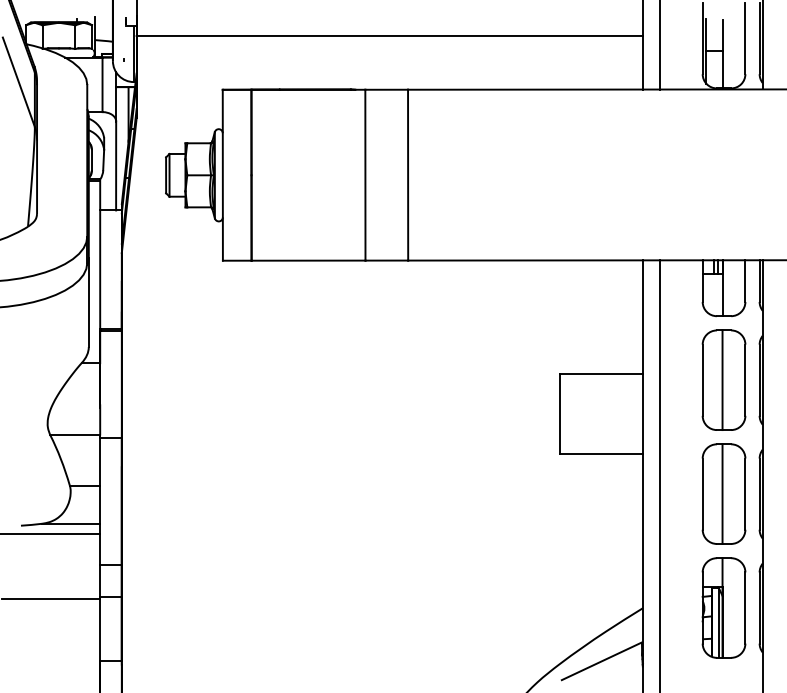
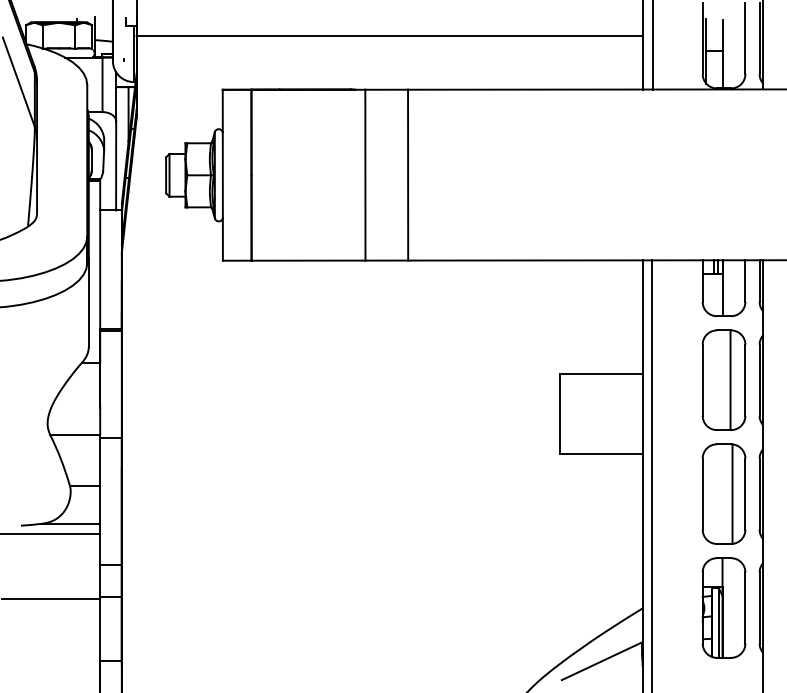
line at (659, 45) position: (659, 45) -> (652, 45)
line at (722, 380) position: (722, 380) -> (730, 380)
line at (659, 474) position: (659, 474) -> (651, 474)
line at (722, 493) position: (722, 493) -> (732, 493)
